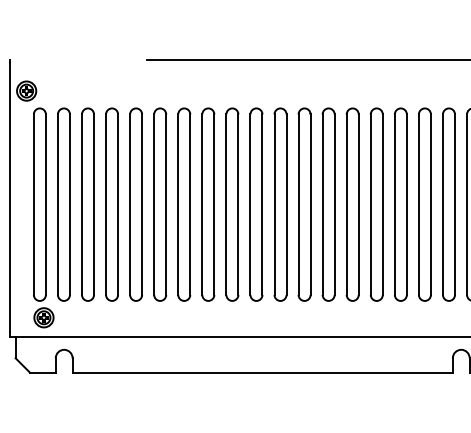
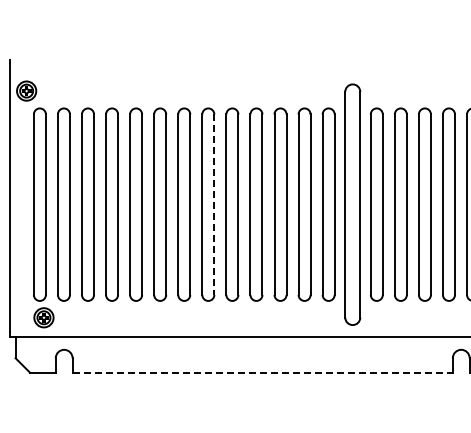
line at (306, 60): present -> none
part at (352, 204) size: 15x195 px -> 18x243 px
line at (214, 205): solid -> dashed
line at (263, 372): solid -> dashed
